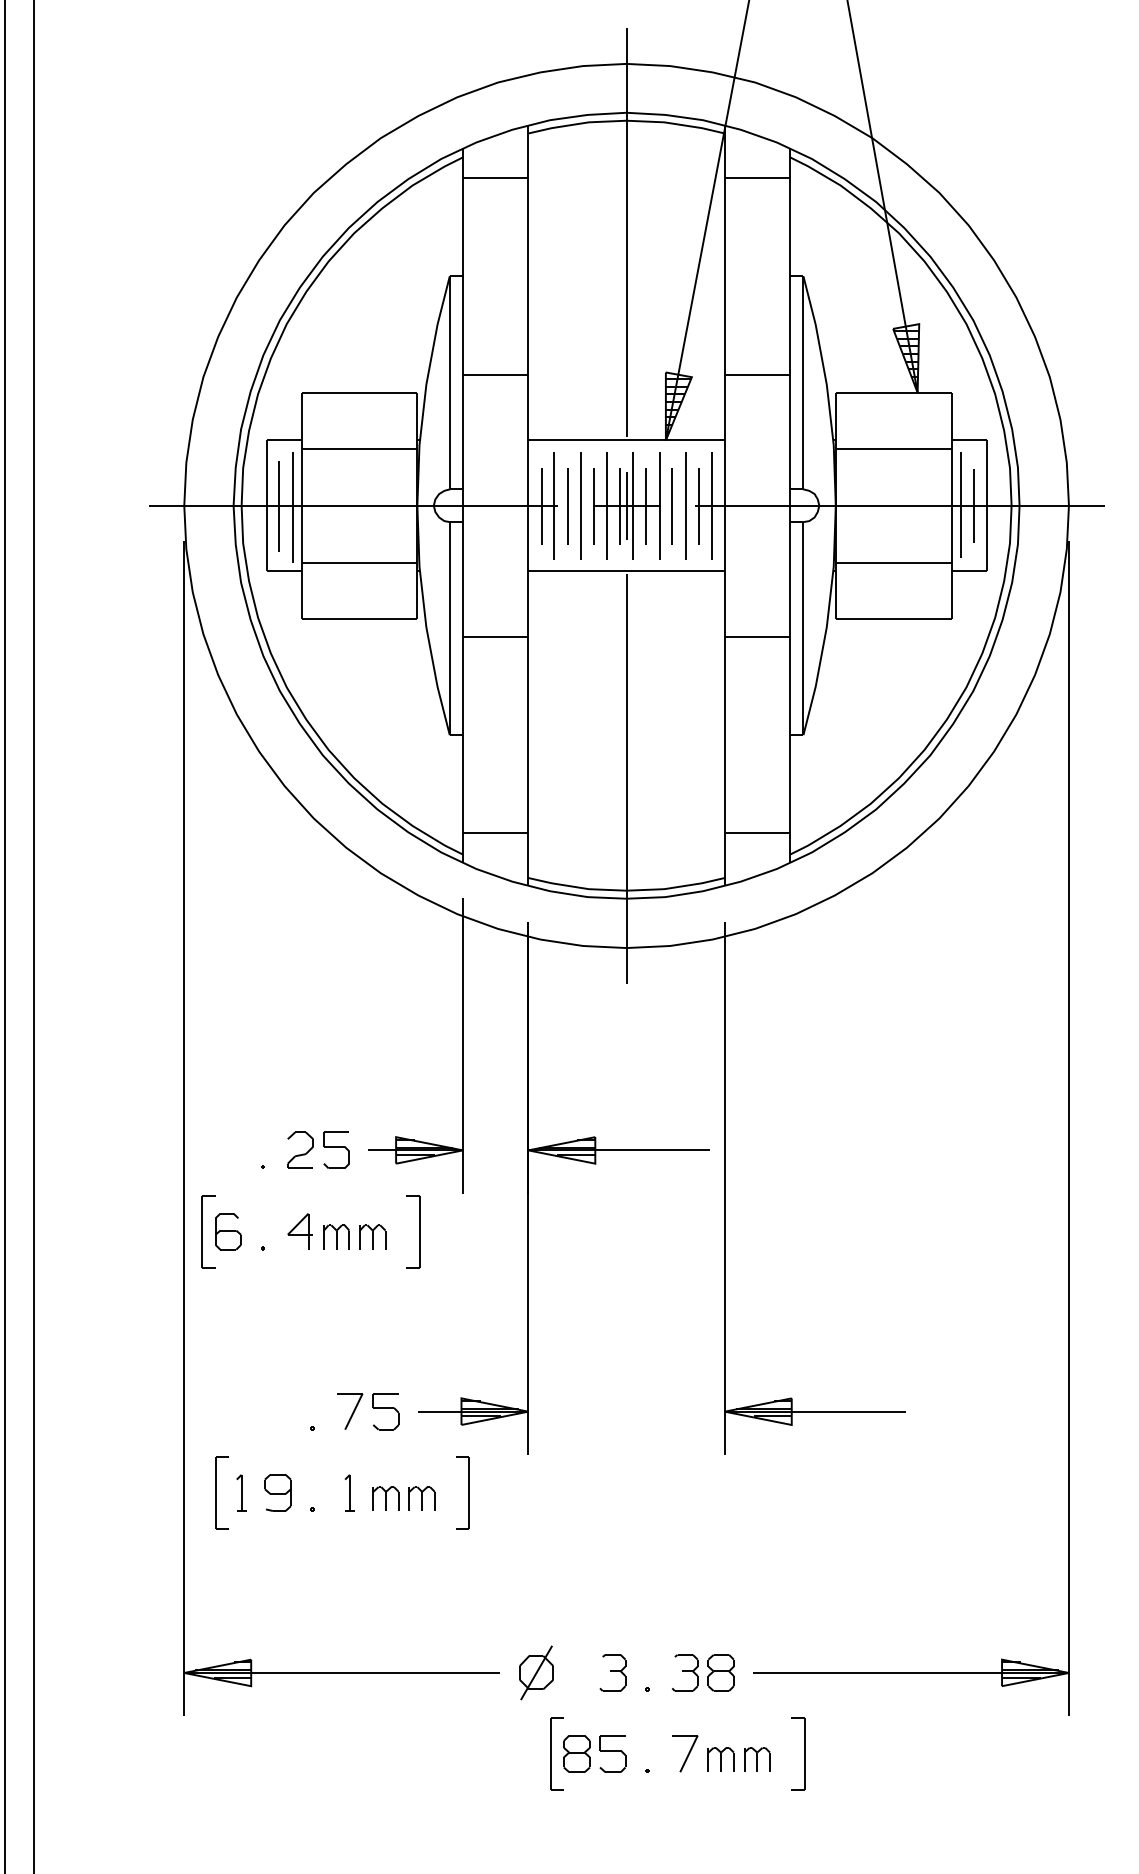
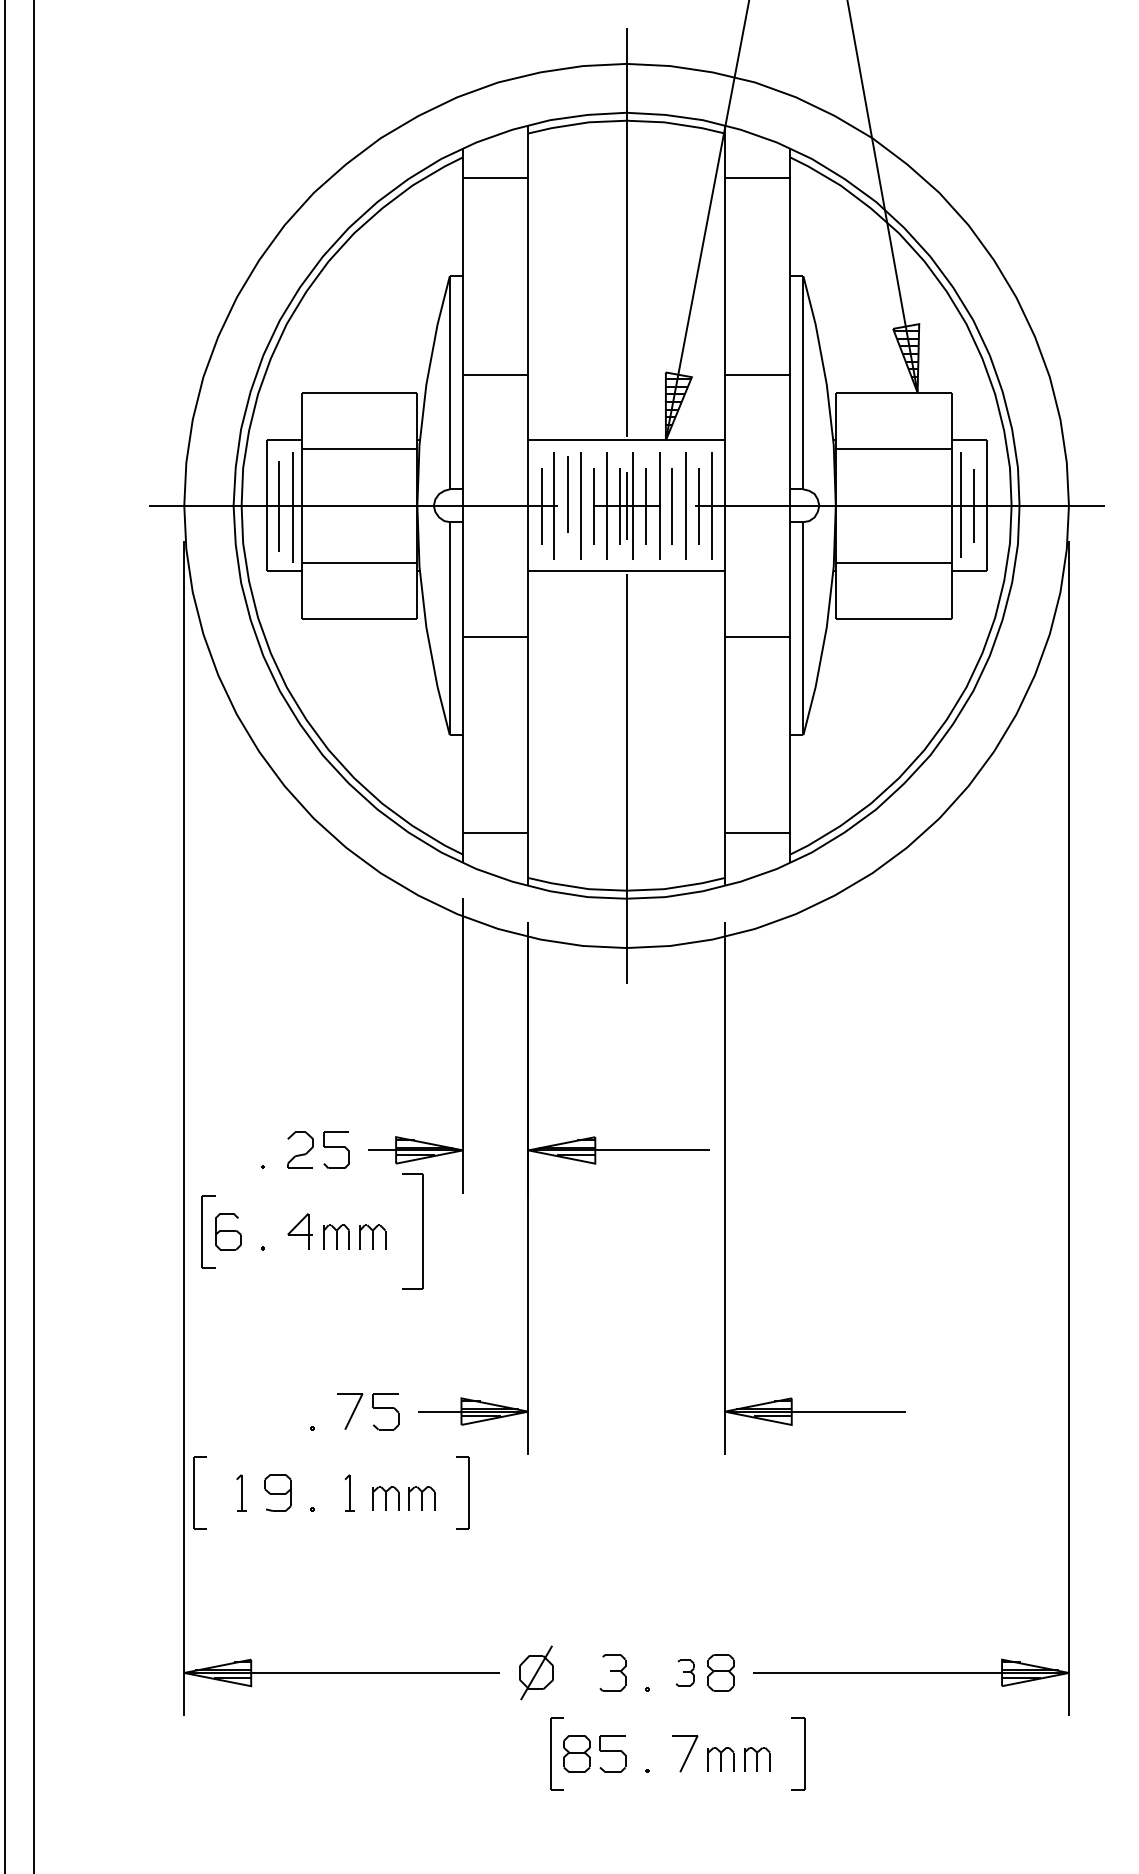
line at (567, 506) position: (567, 506) -> (567, 494)
part at (413, 1231) size: 15x74 px -> 22x117 px
part at (221, 1492) position: (221, 1492) -> (199, 1492)
part at (685, 1672) size: 27x38 px -> 20x28 px
